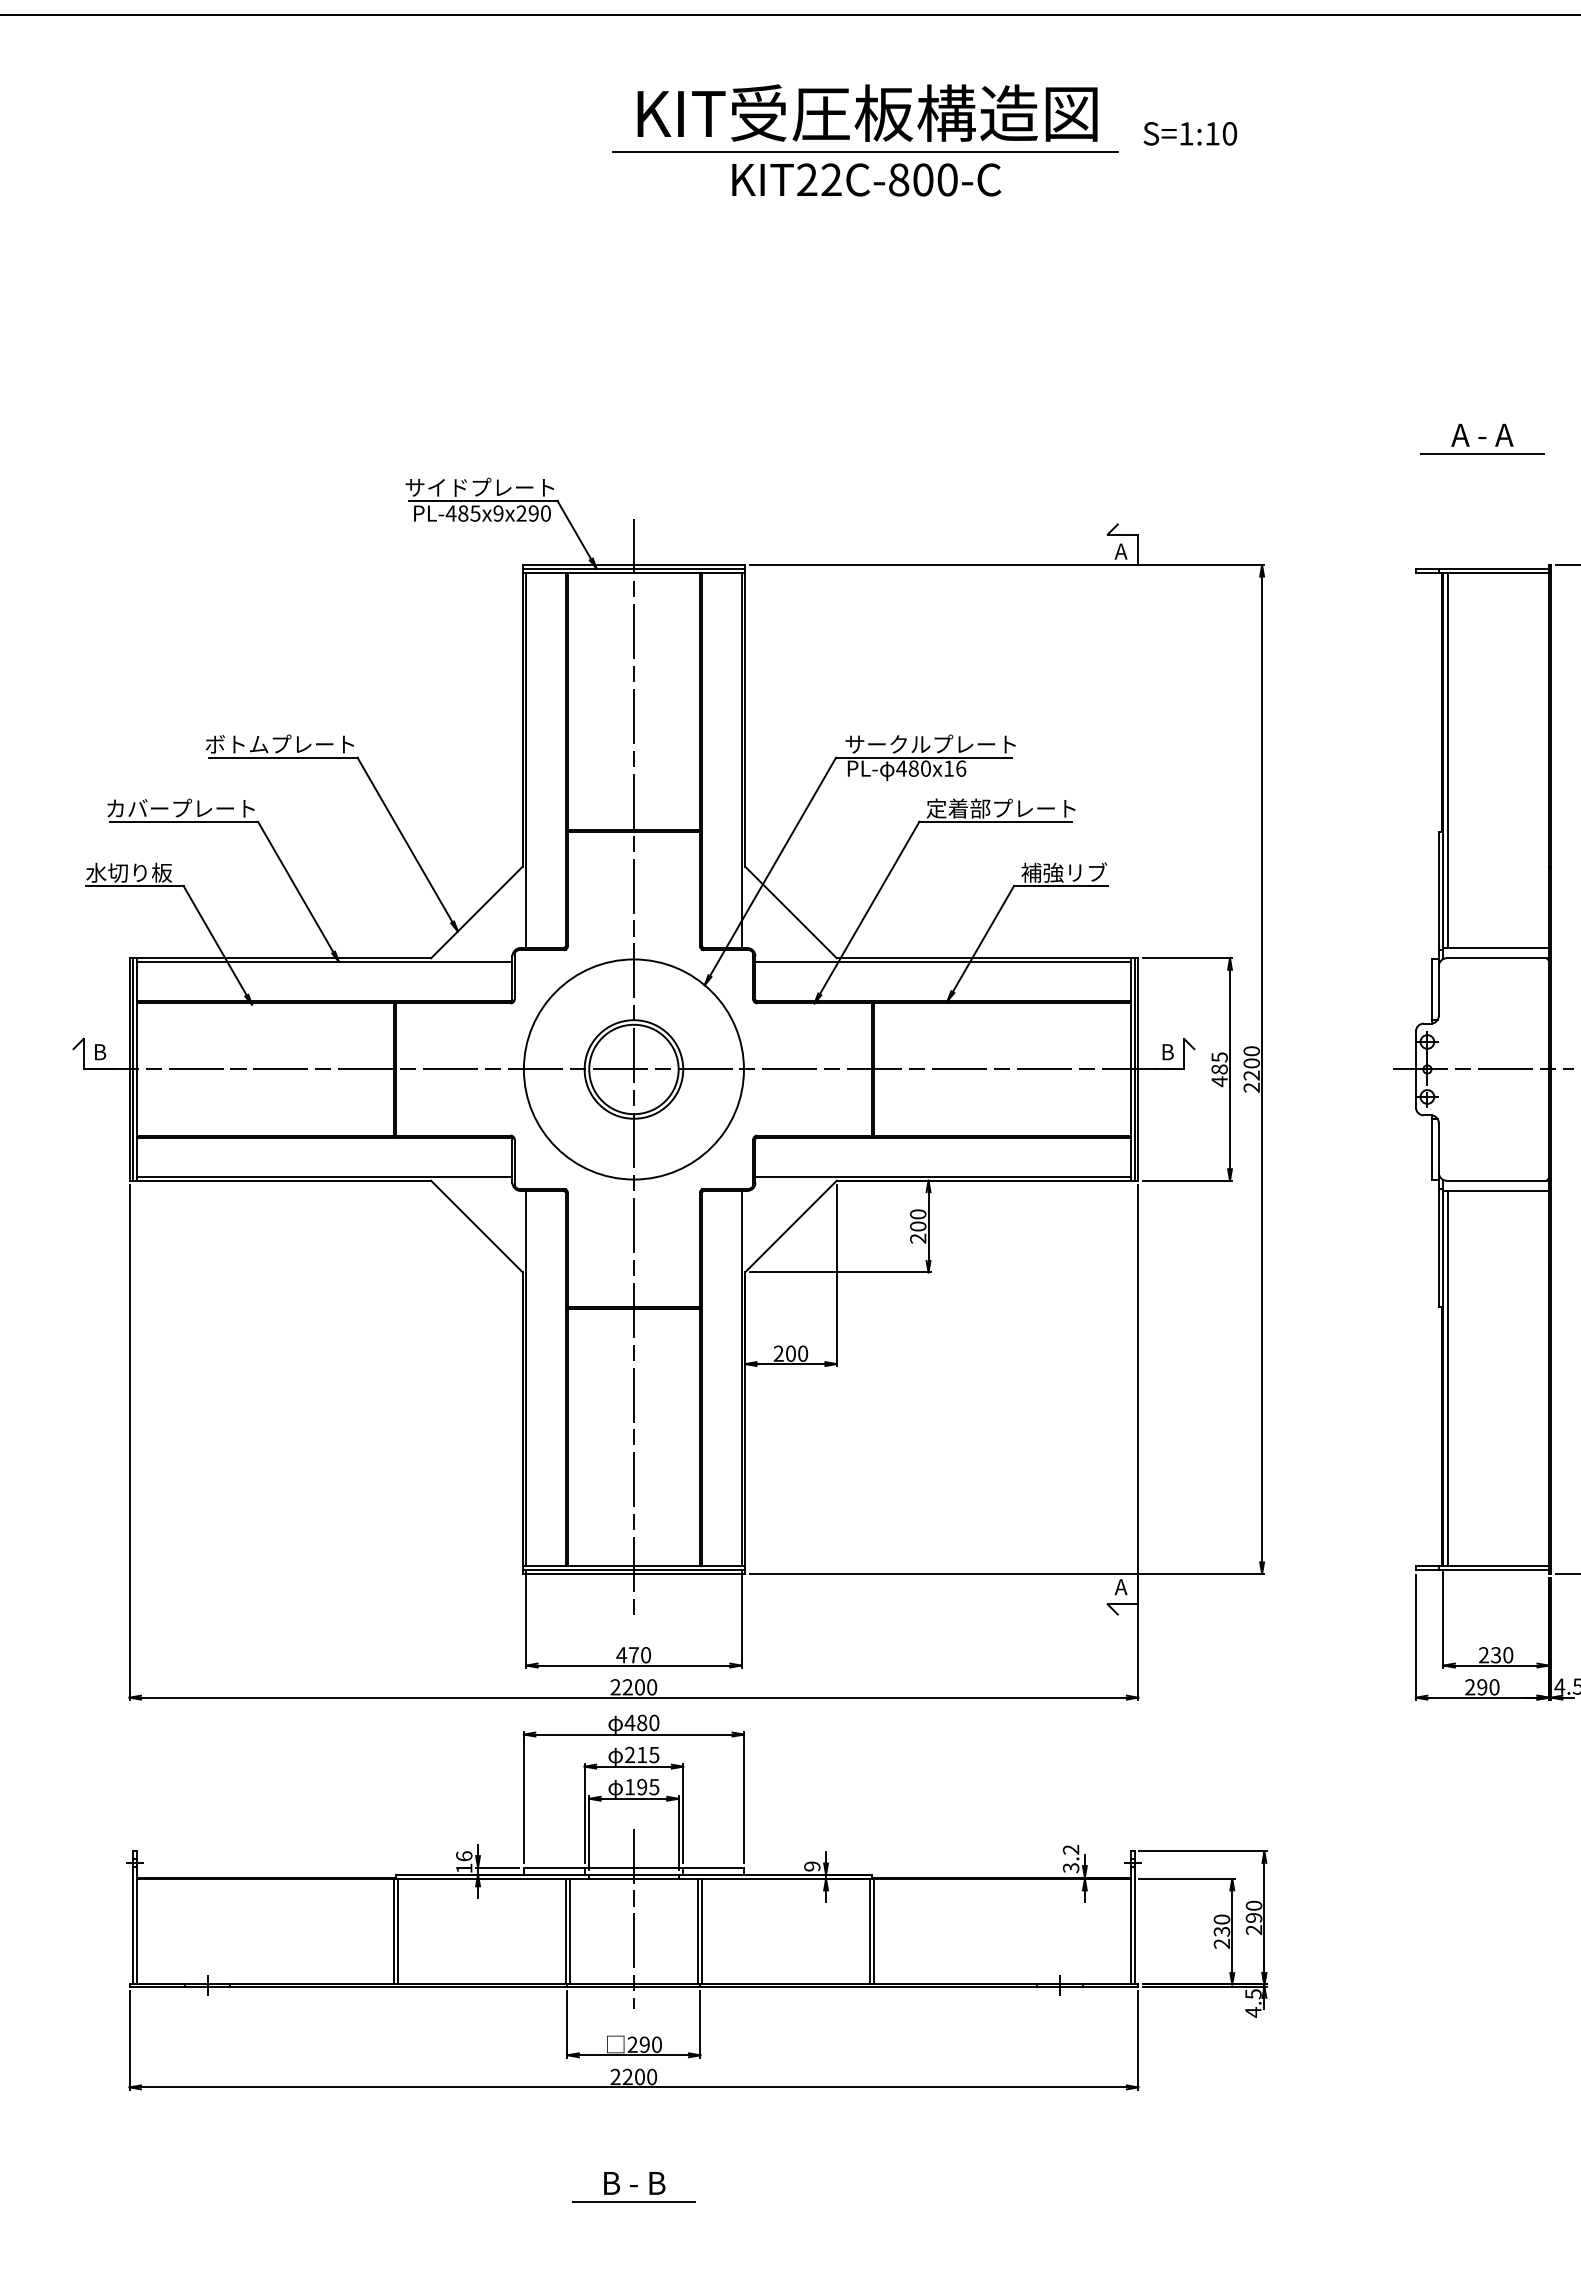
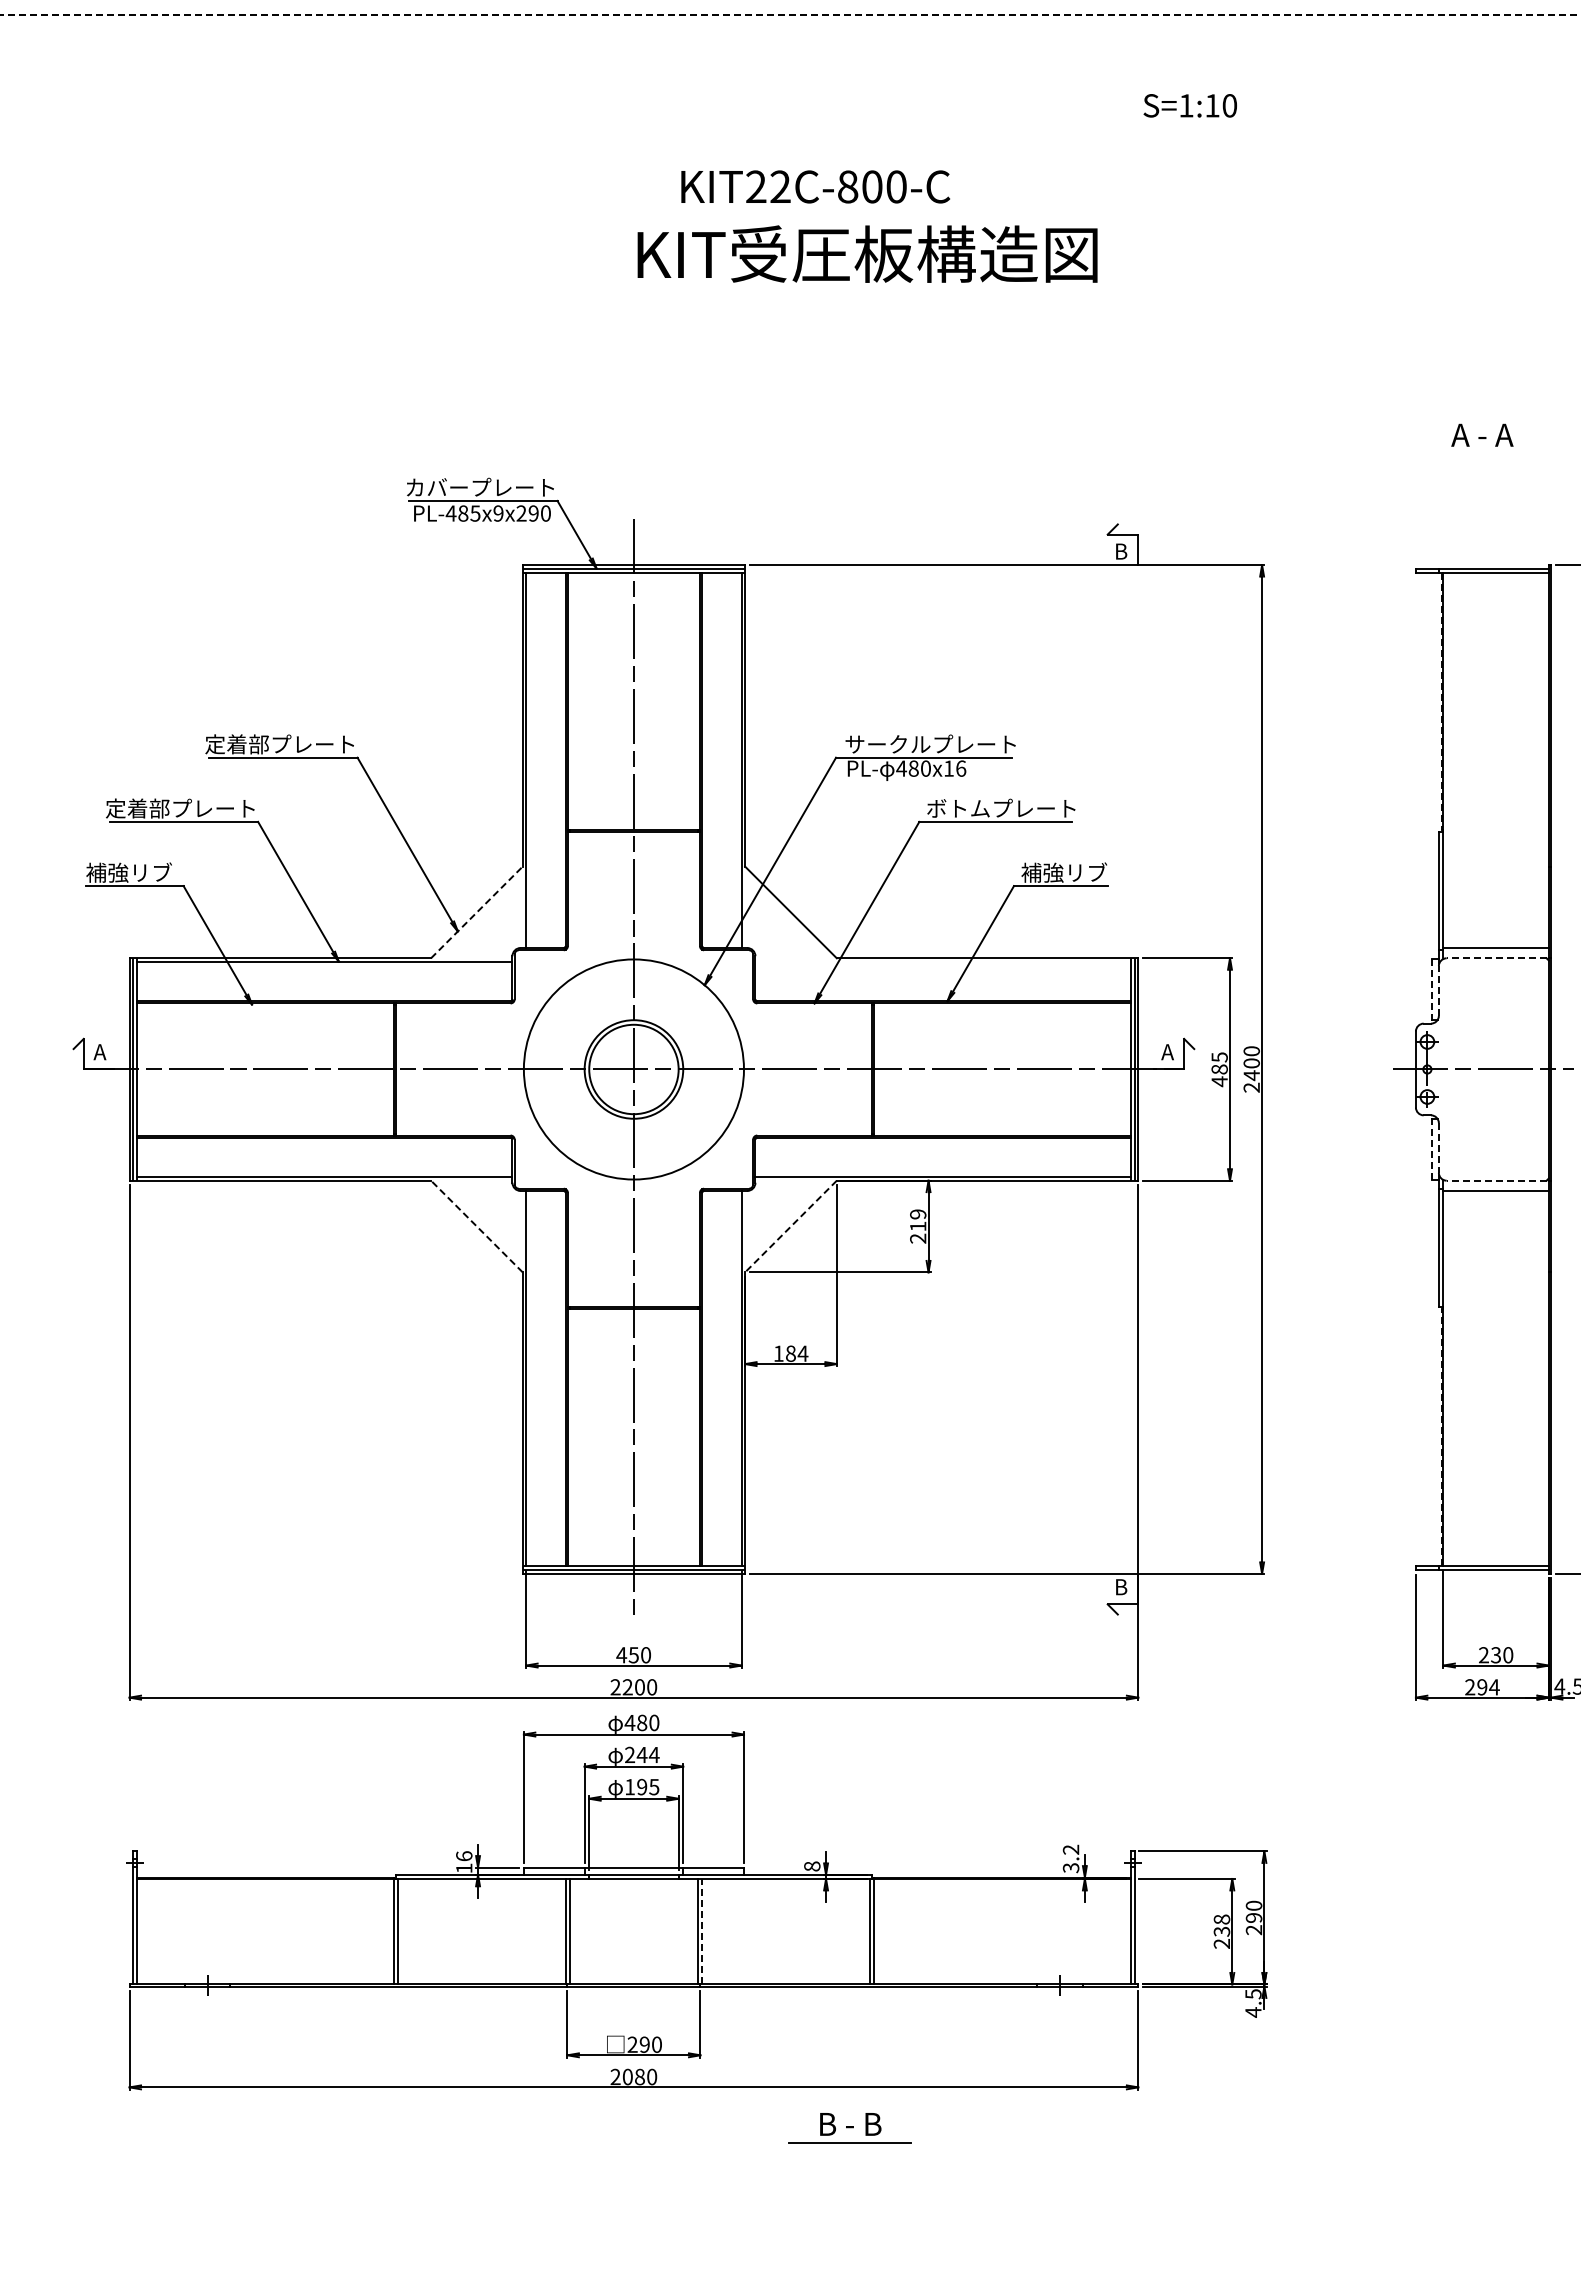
line at (791, 14): solid -> dashed
text at (867, 112) position: (867, 112) -> (867, 253)
text at (1189, 133) position: (1189, 133) -> (1189, 105)
line at (865, 152): present -> none
text at (866, 179) position: (866, 179) -> (815, 186)
line at (1482, 453): present -> none
text at (436, 487): サイドプレート -> カバープレート
text at (1120, 551): A -> B
line at (1441, 701): solid -> dashed
text at (236, 744): ボトムプレート -> 定着部プレート
line at (1448, 759): present -> none
text at (137, 808): カバープレート -> 定着部プレート
text at (958, 808): 定着部プレート -> ボトムプレート
text at (129, 872): 水切り板 -> 補強リブ
line at (476, 912): solid -> dashed
line at (1496, 958): solid -> dashed
line at (942, 961): present -> none
line at (1438, 990): solid -> dashed
line at (1431, 992): solid -> dashed
text at (99, 1052): B -> A
text at (1167, 1052): B -> A
text at (1251, 1075): 2200 -> 2400
line at (1431, 1146): solid -> dashed
line at (1438, 1148): solid -> dashed
line at (1496, 1180): solid -> dashed
text at (918, 1220): 200 -> 219
line at (476, 1226): solid -> dashed
line at (790, 1226): solid -> dashed
text at (790, 1353): 200 -> 184
line at (1448, 1378): present -> none
line at (1441, 1437): solid -> dashed
text at (1120, 1587): A -> B
text at (633, 1655): 470 -> 450
text at (1494, 1687): 290 -> 294
text at (647, 1755): 215 -> 244
text at (812, 1866): 9 -> 8
line at (633, 1918): present -> none
text at (1221, 1919): 230 -> 238
line at (702, 1931): solid -> dashed
text at (633, 2076): 2200 -> 2080
part at (633, 2187) position: (633, 2187) -> (849, 2128)
